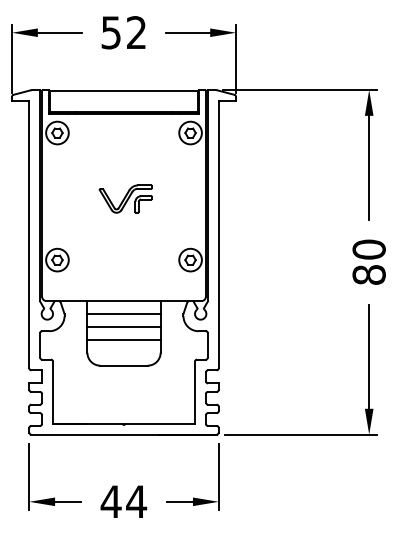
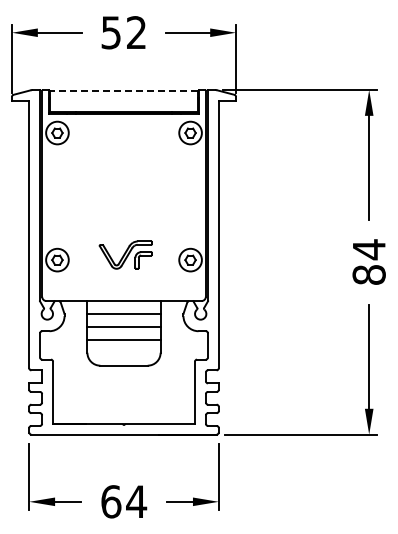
line at (123, 91): solid -> dashed
part at (125, 198) position: (125, 198) -> (125, 254)
text at (368, 249): 80 -> 84
text at (110, 501): 44 -> 64
